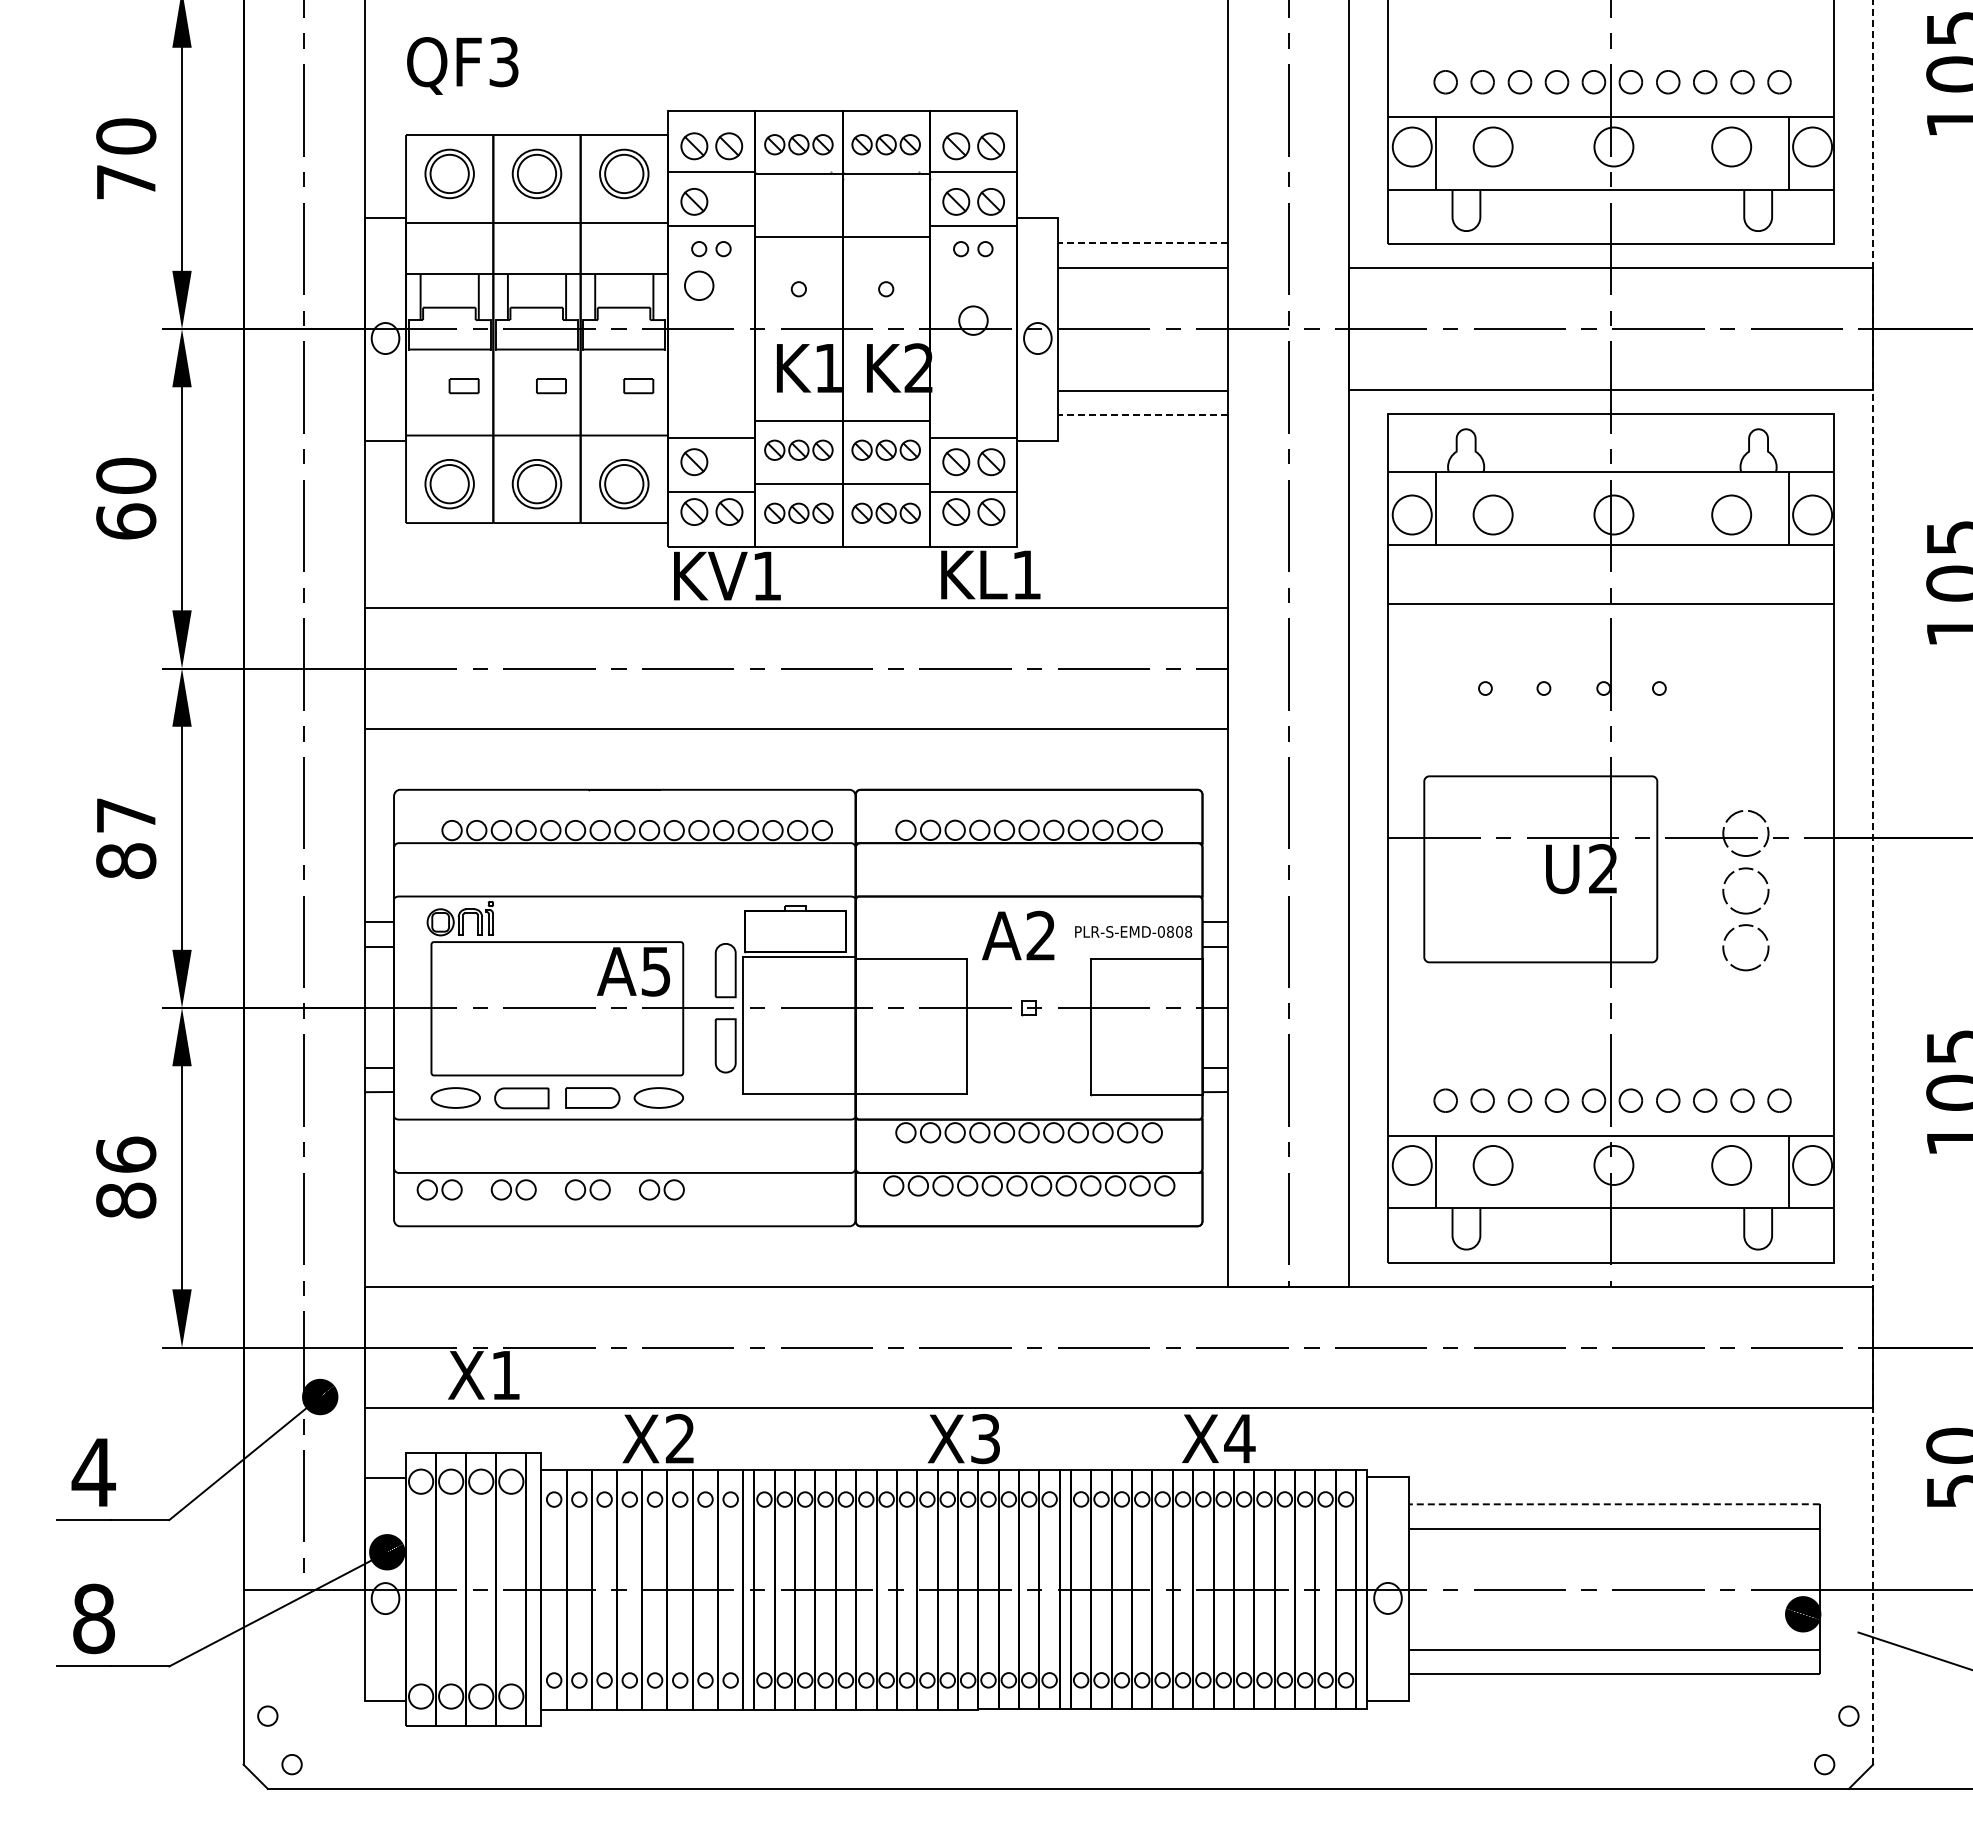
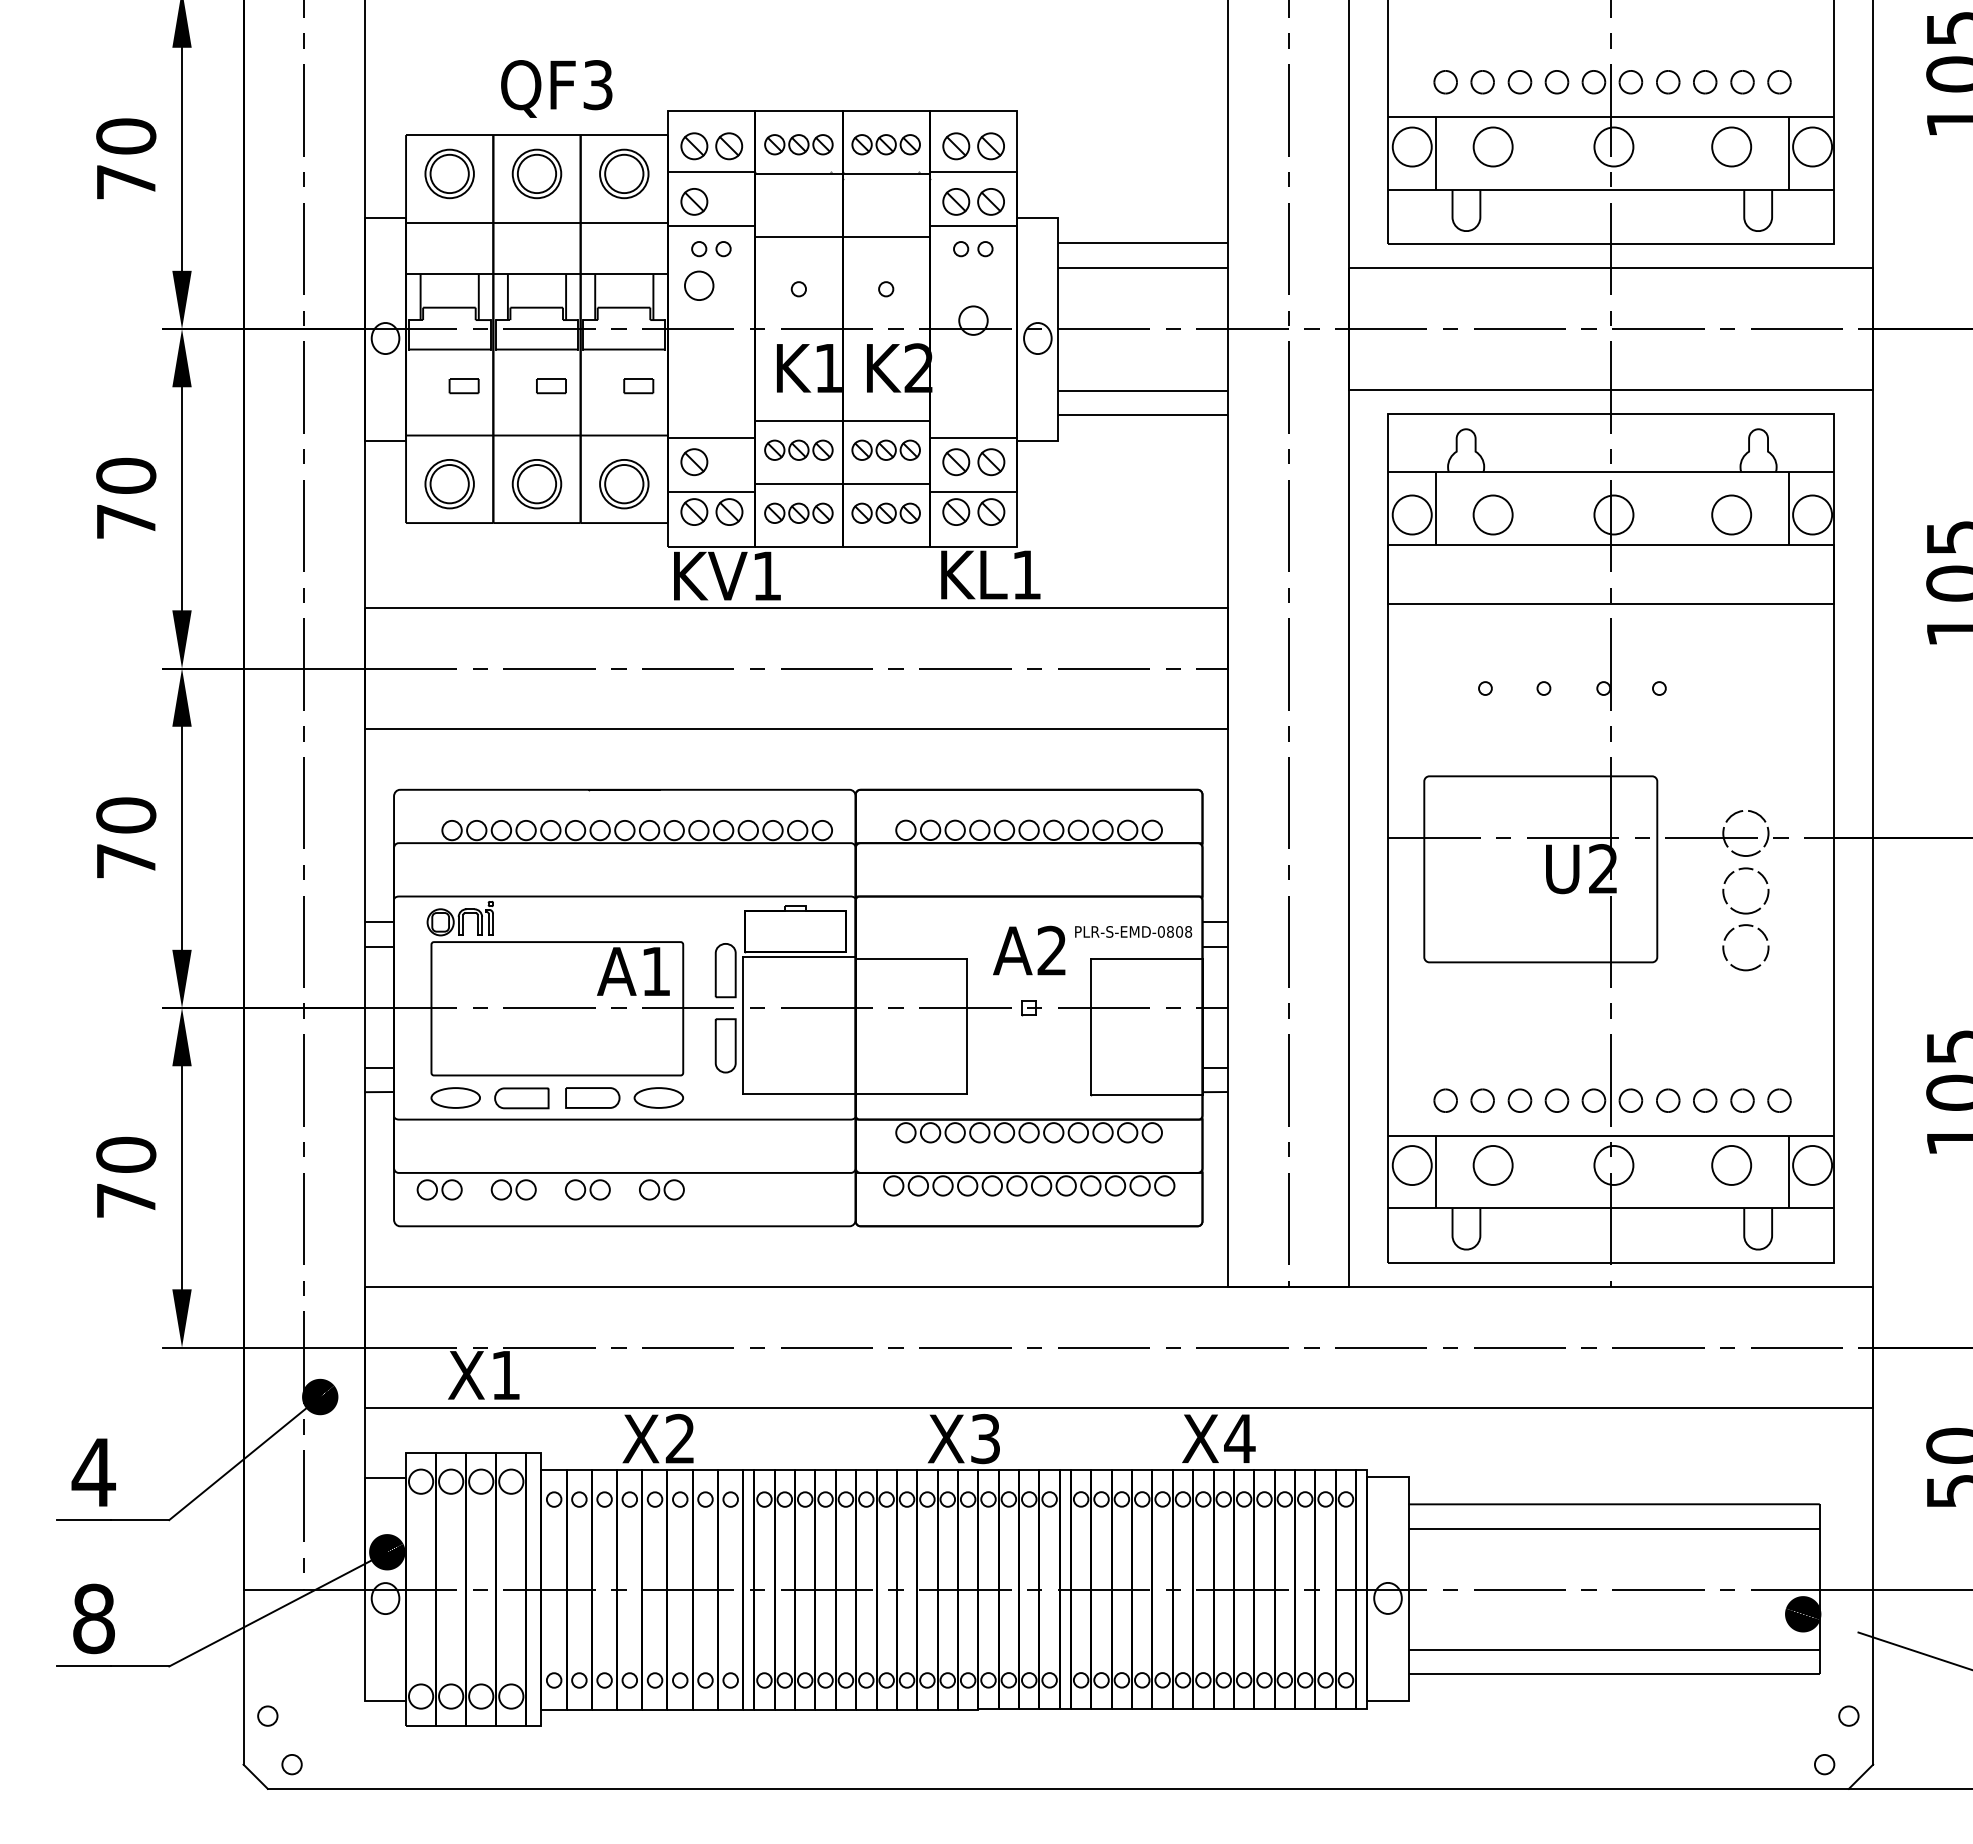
text at (462, 65) position: (462, 65) -> (556, 88)
line at (1143, 243): dashed -> solid
line at (1143, 414): dashed -> solid
text at (126, 521): 60 -> 70
text at (126, 838): 87 -> 70
line at (1873, 882): dashed -> solid
text at (1018, 935) position: (1018, 935) -> (1029, 950)
text at (655, 971): A5 -> A1
text at (126, 1177): 86 -> 70
line at (1614, 1504): dashed -> solid
